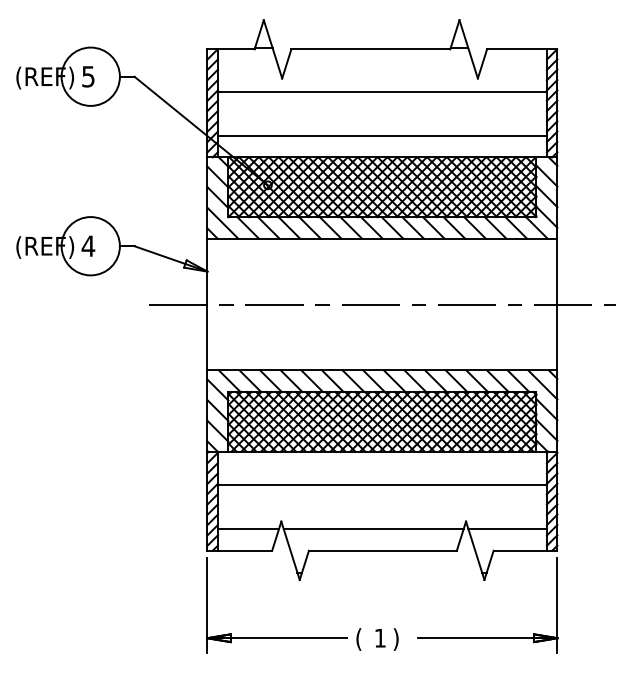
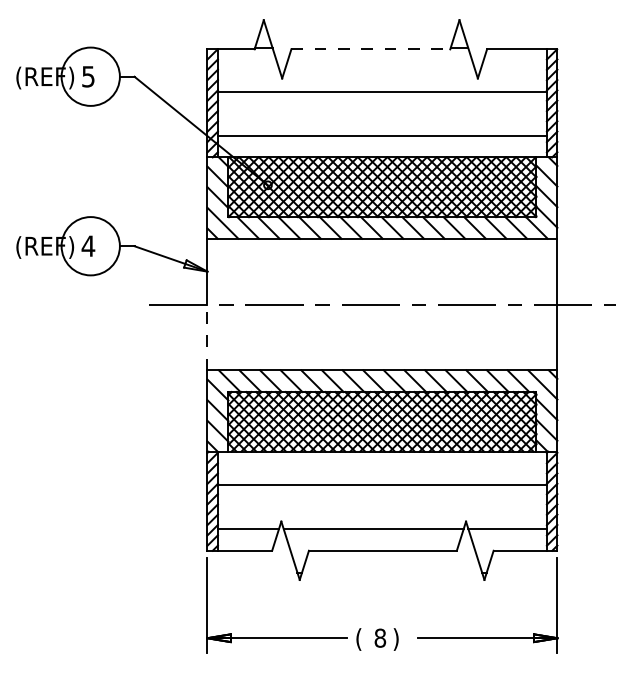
line at (371, 49): solid -> dashed
line at (207, 337): solid -> dashed
text at (380, 637): 1 -> 8
